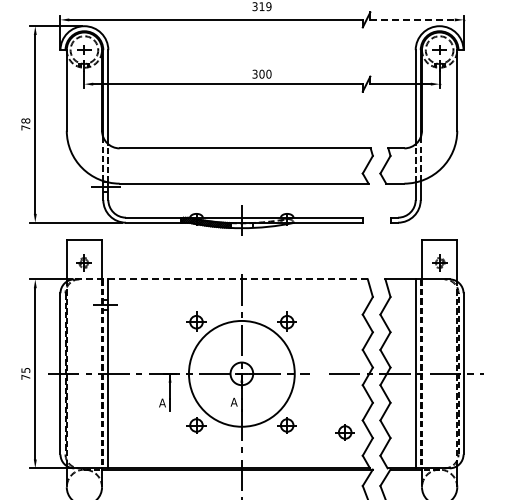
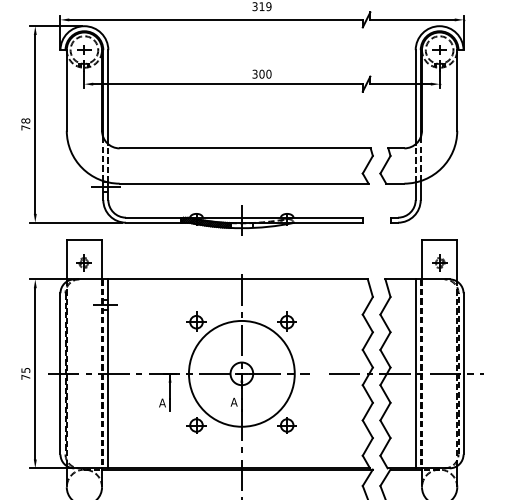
line at (413, 19): dashed -> solid
line at (221, 279): dashed -> solid
part at (344, 432): present -> none
